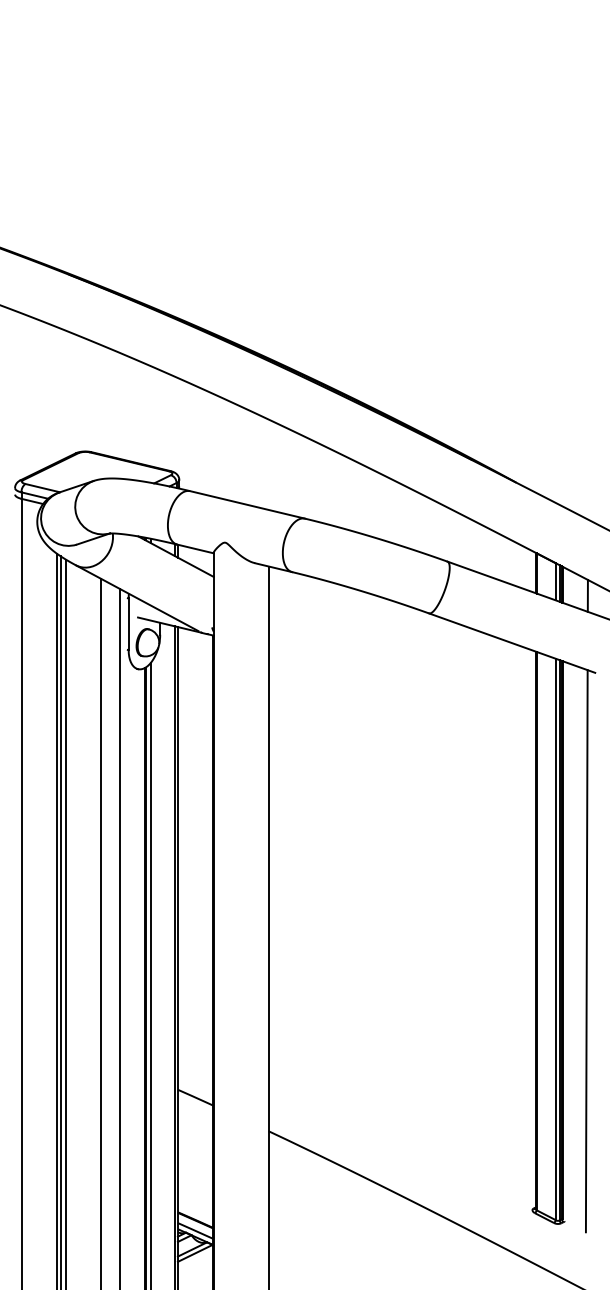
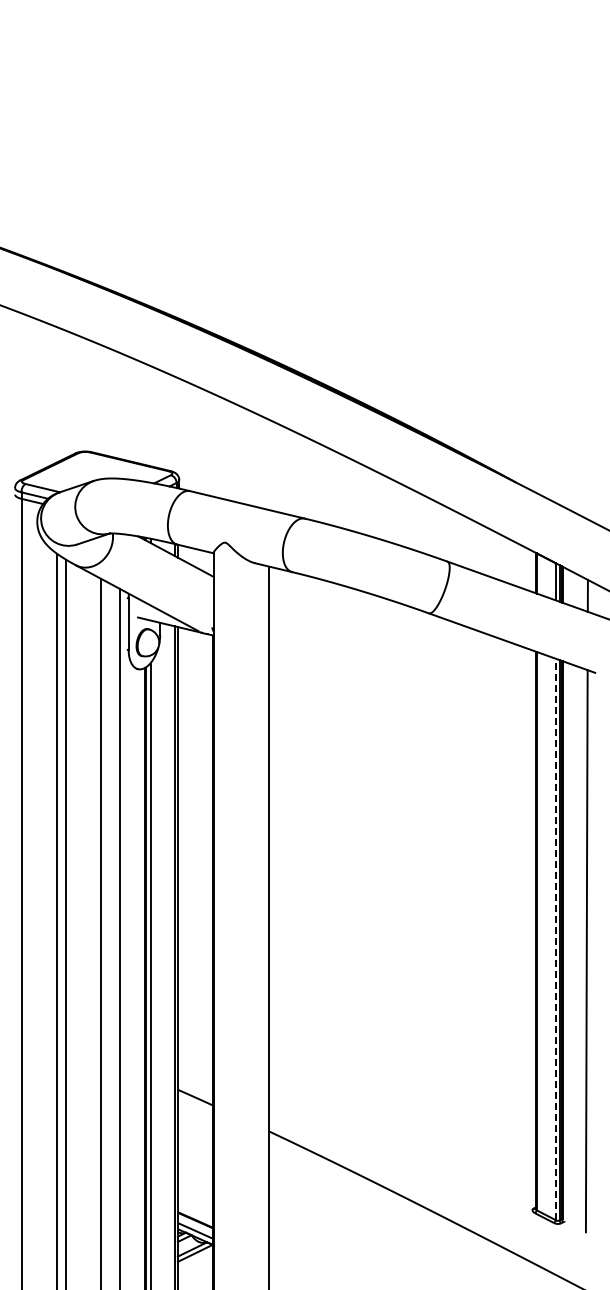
line at (60, 921): present -> none
line at (555, 939): solid -> dashed
